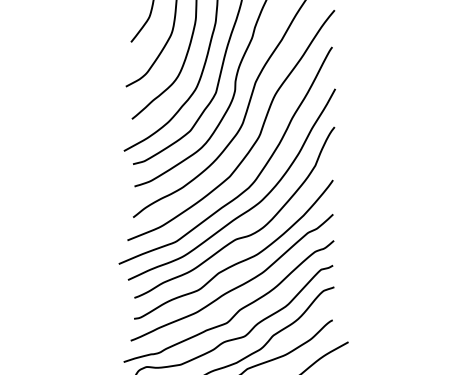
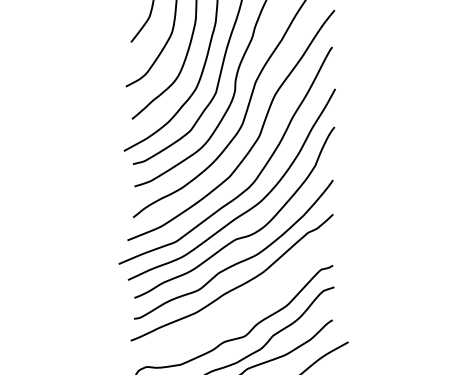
curve at (238, 310): present -> none
